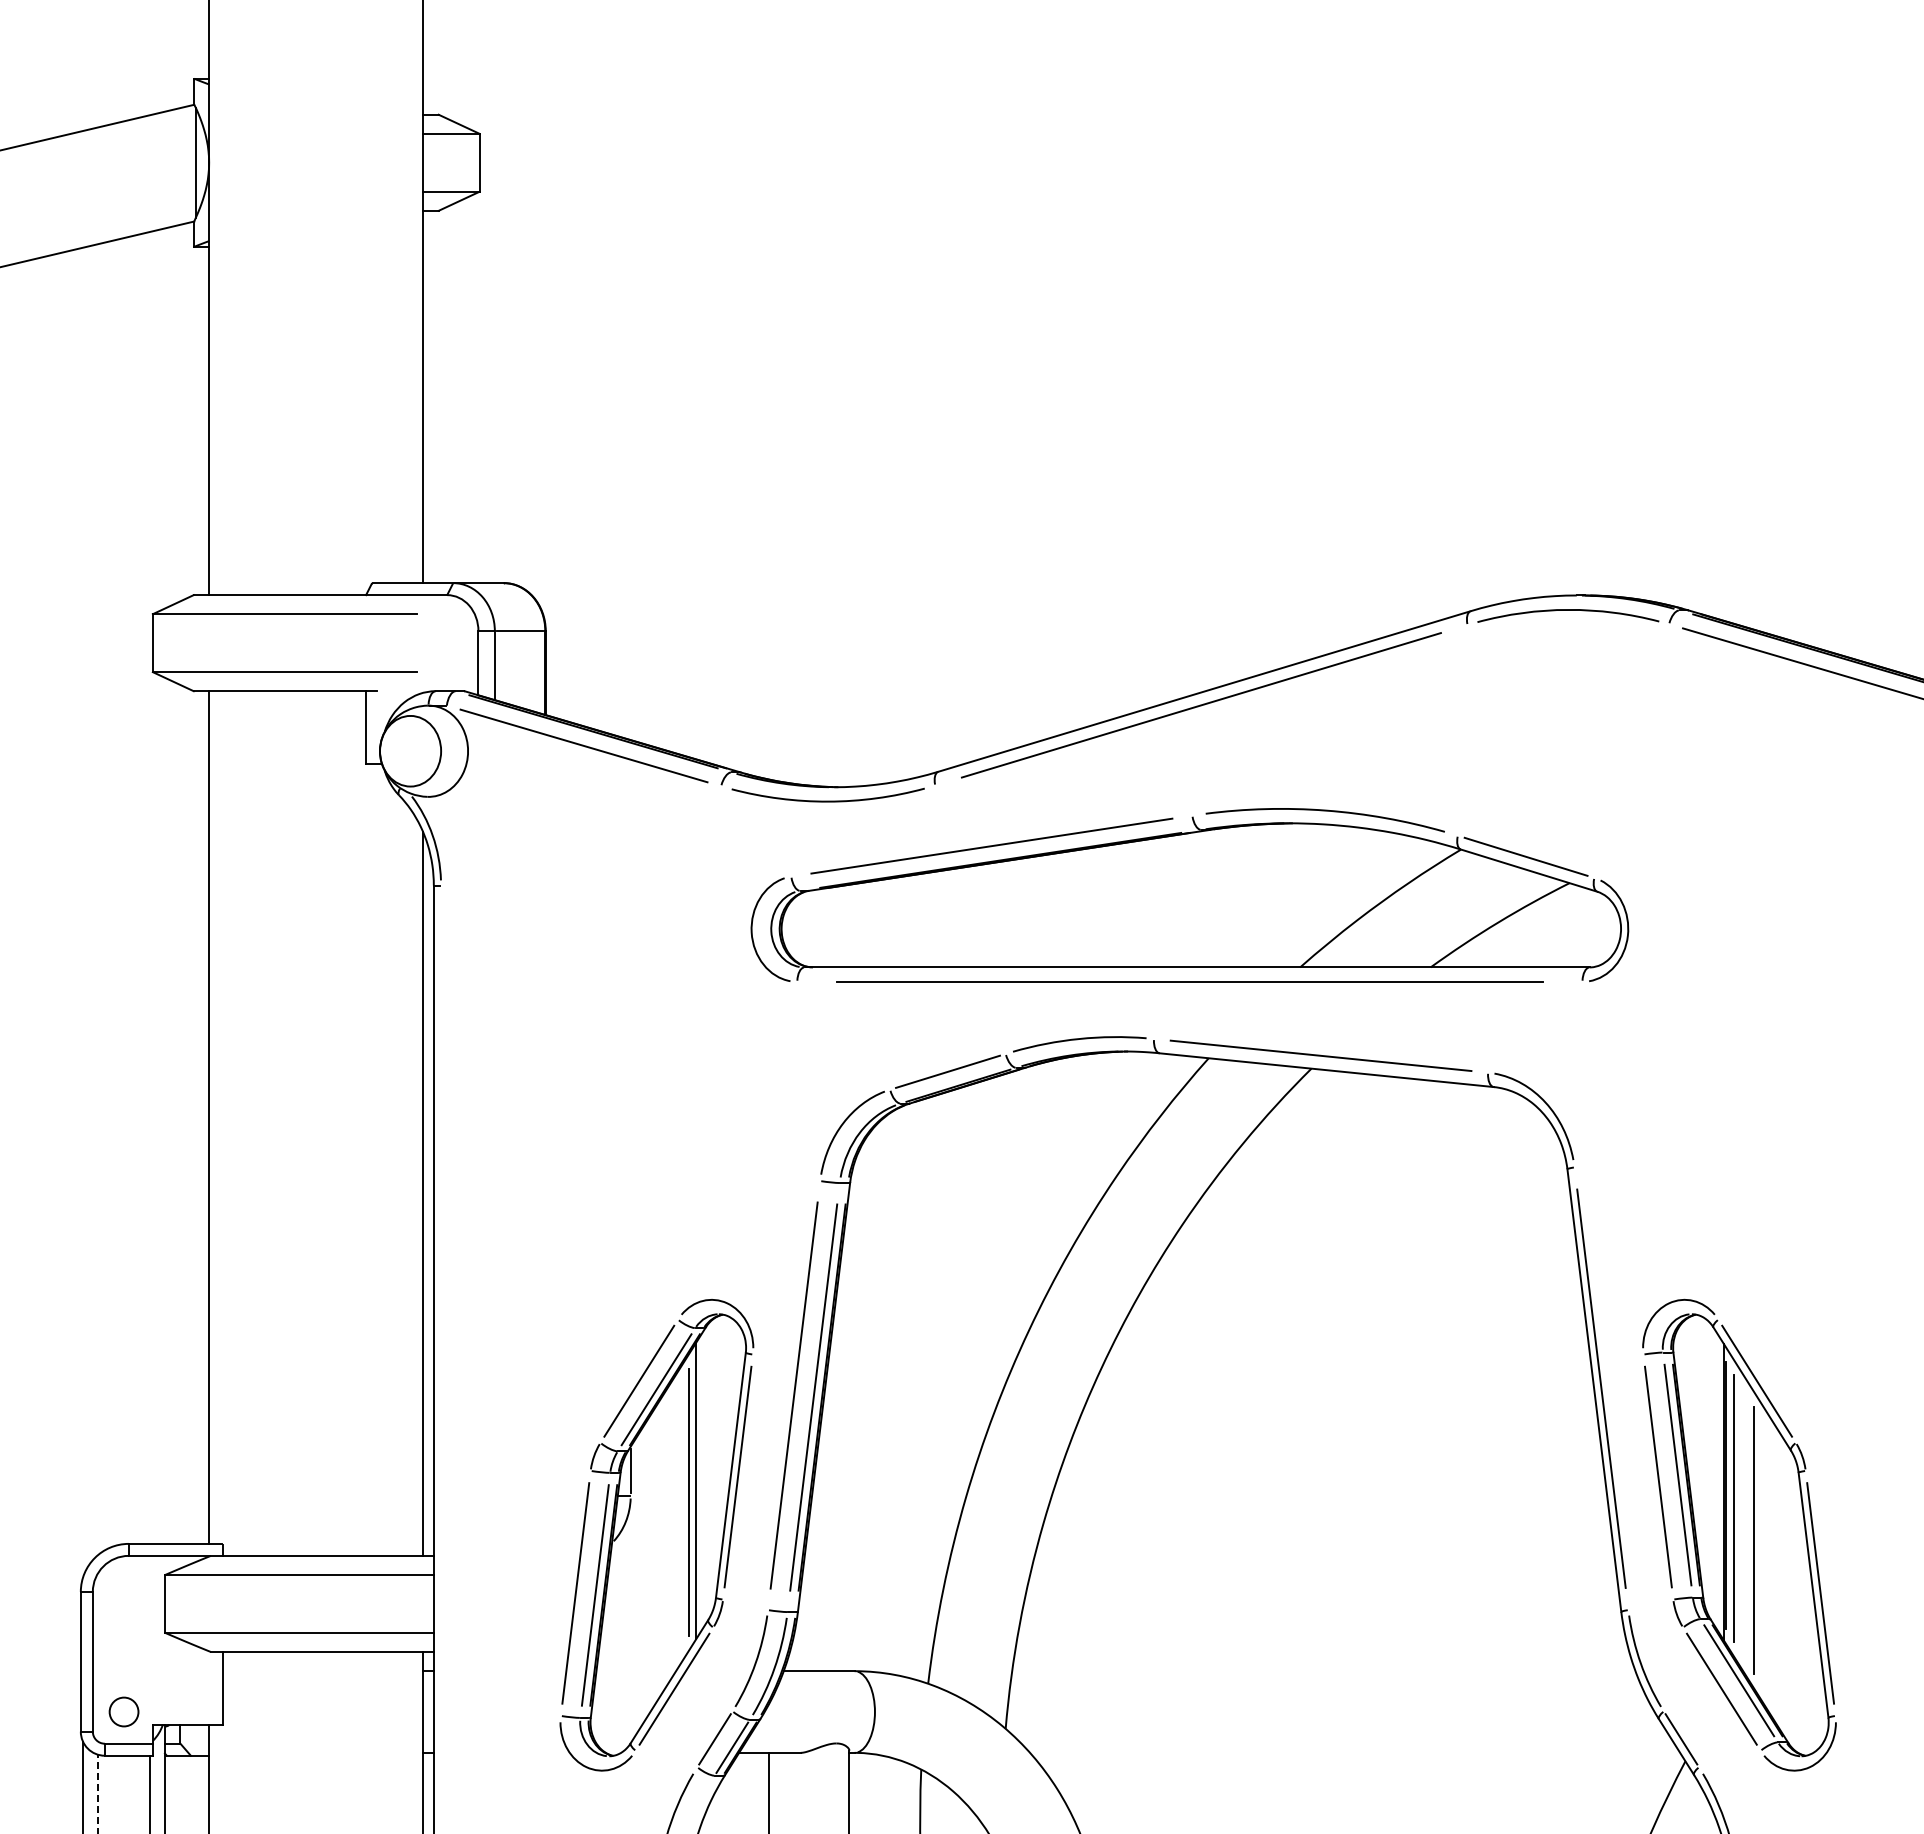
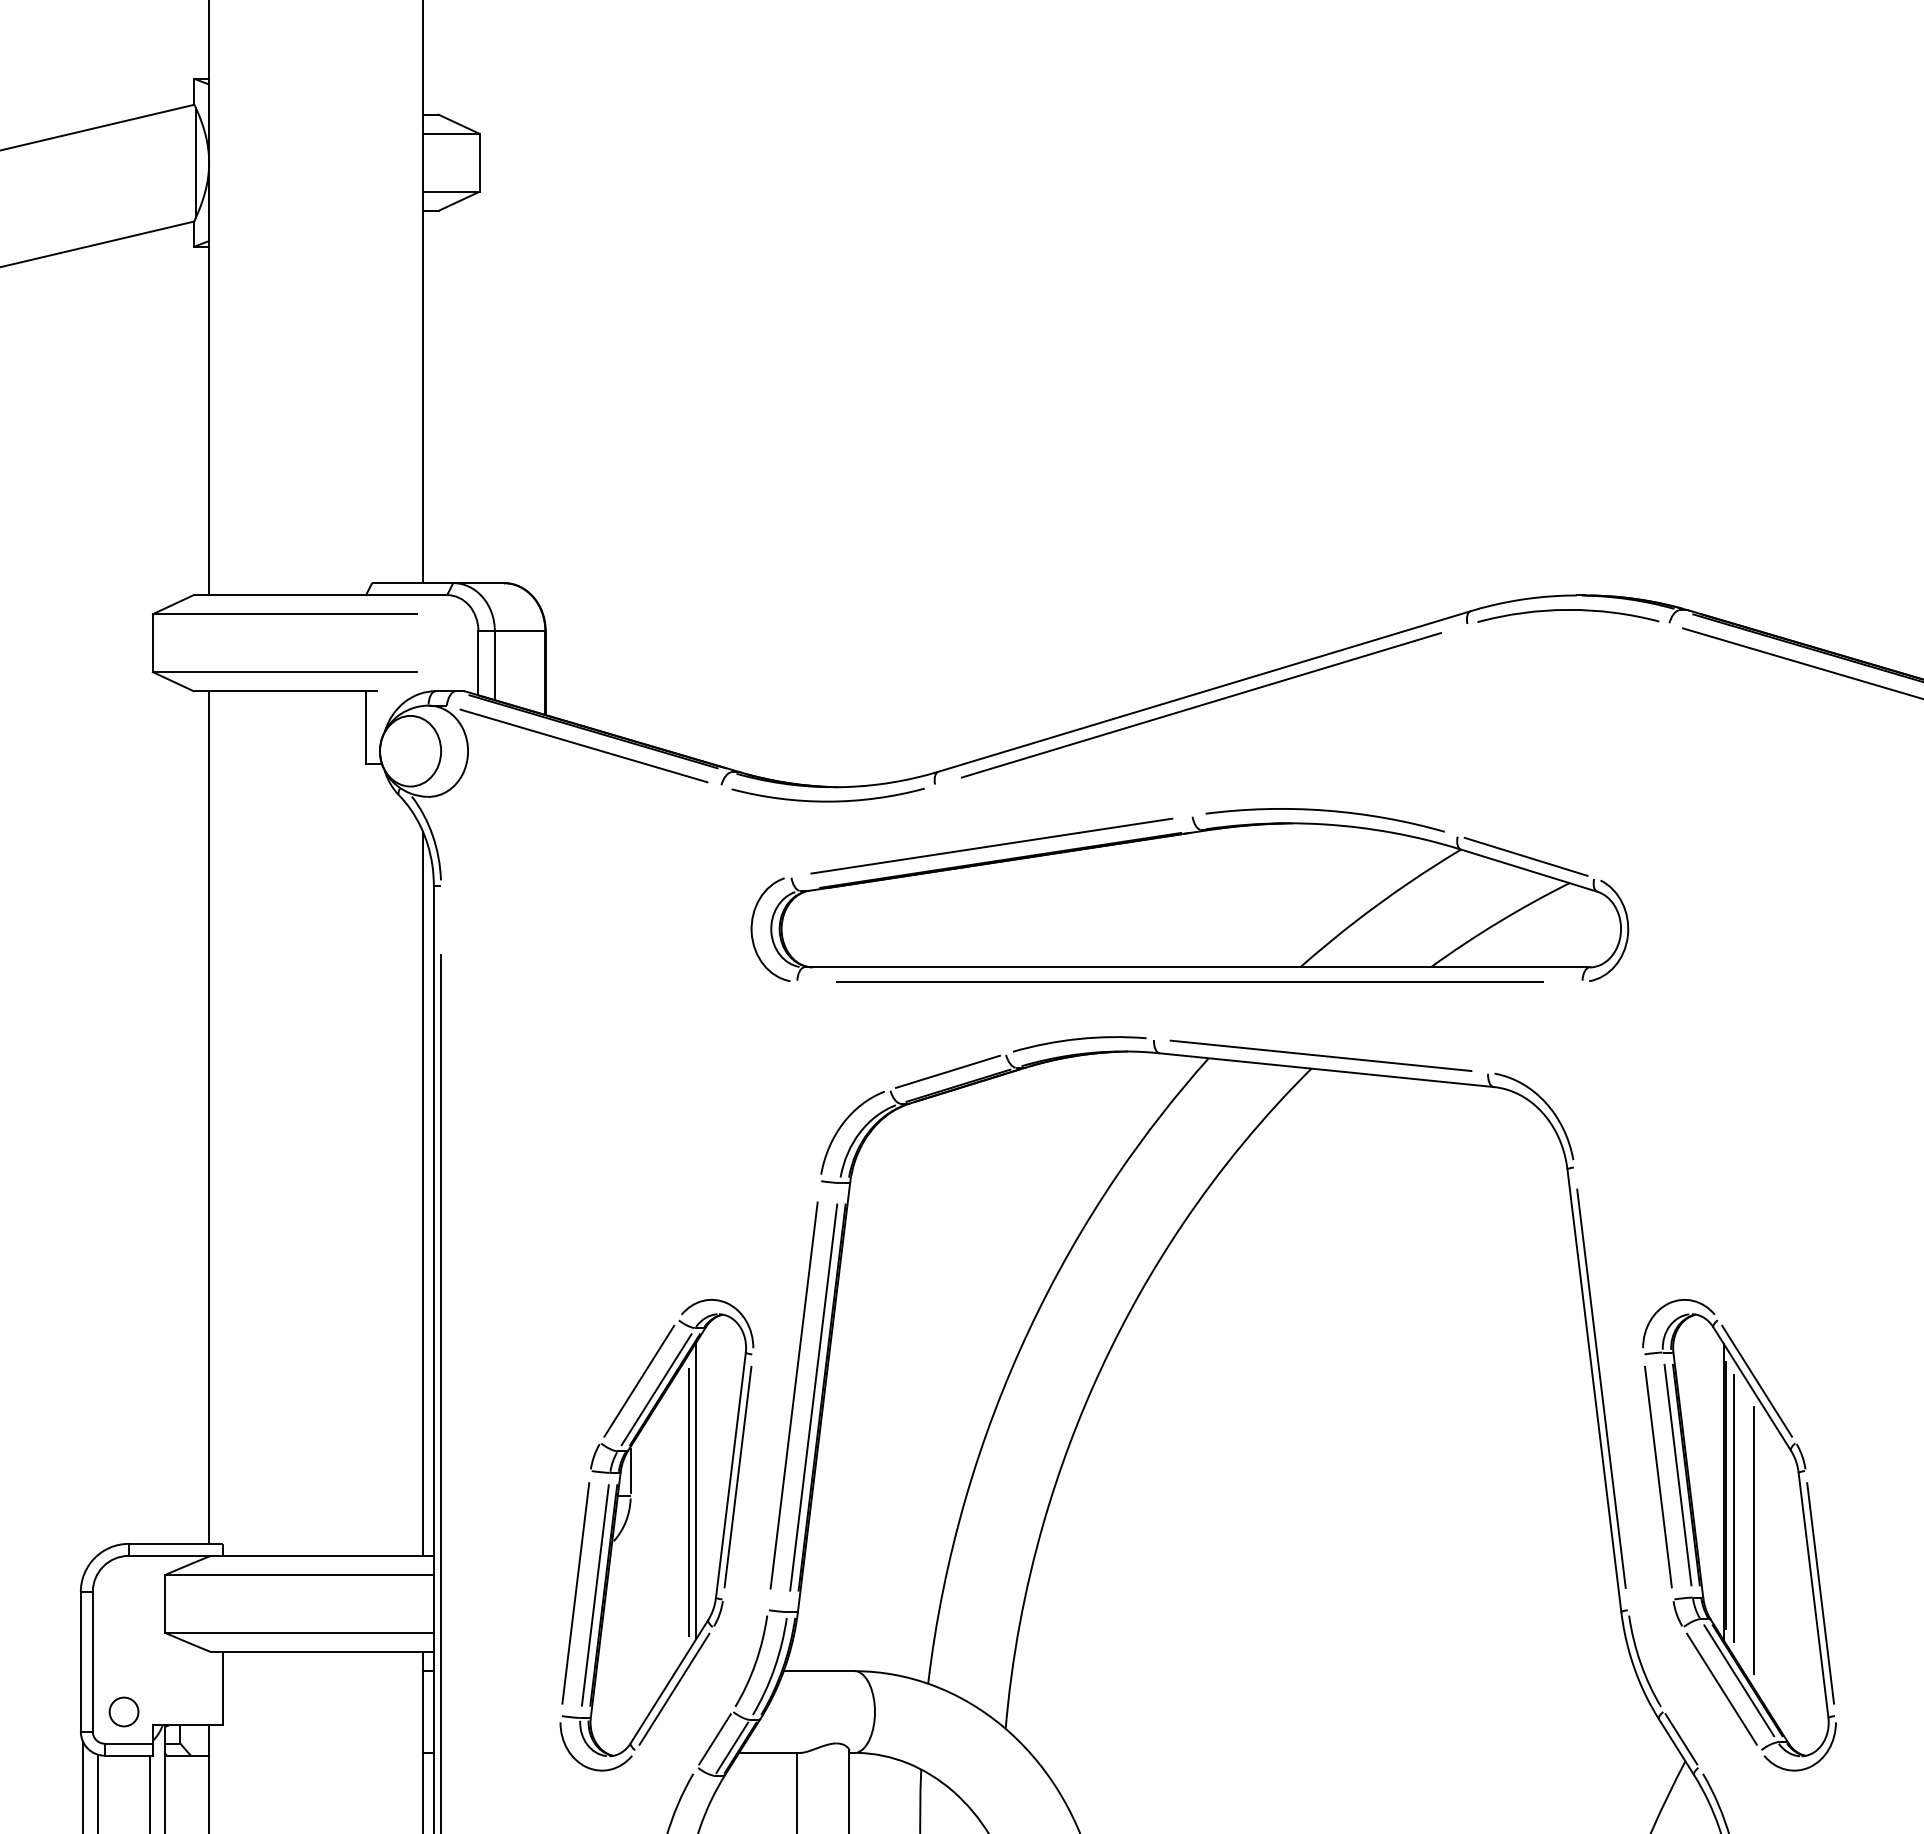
line at (441, 1392): none -> present
line at (769, 1791) position: (769, 1791) -> (797, 1791)
line at (98, 1793): dashed -> solid
